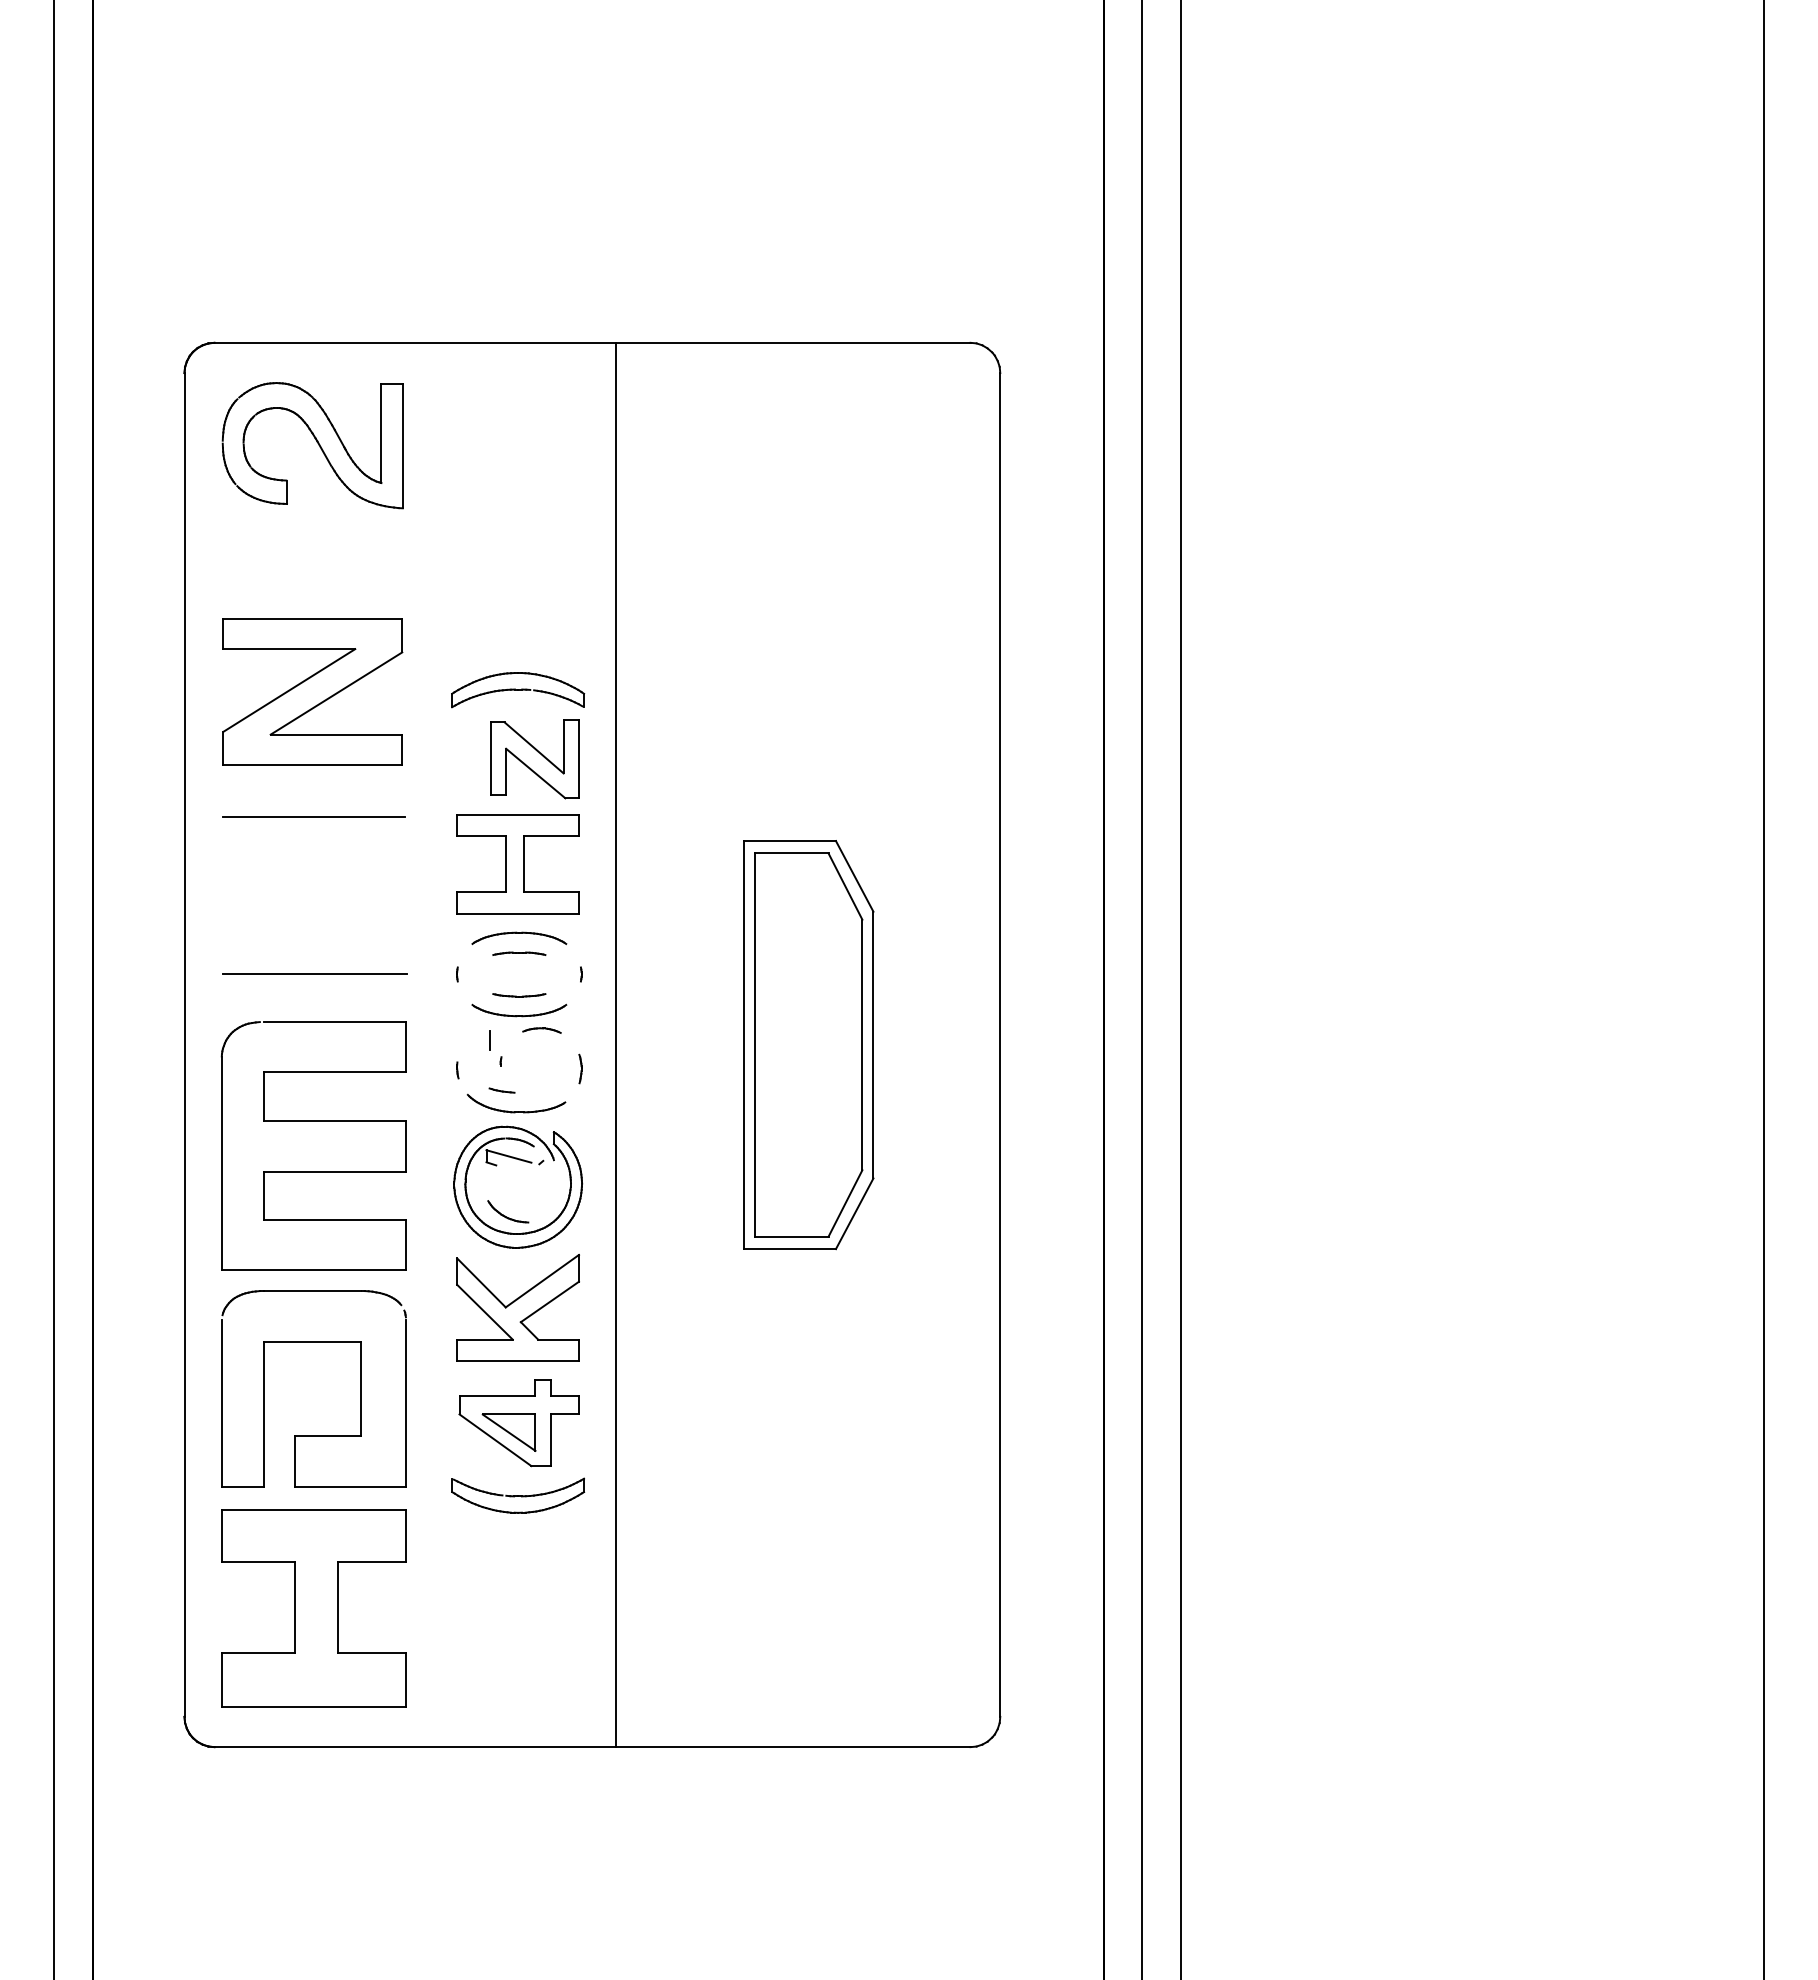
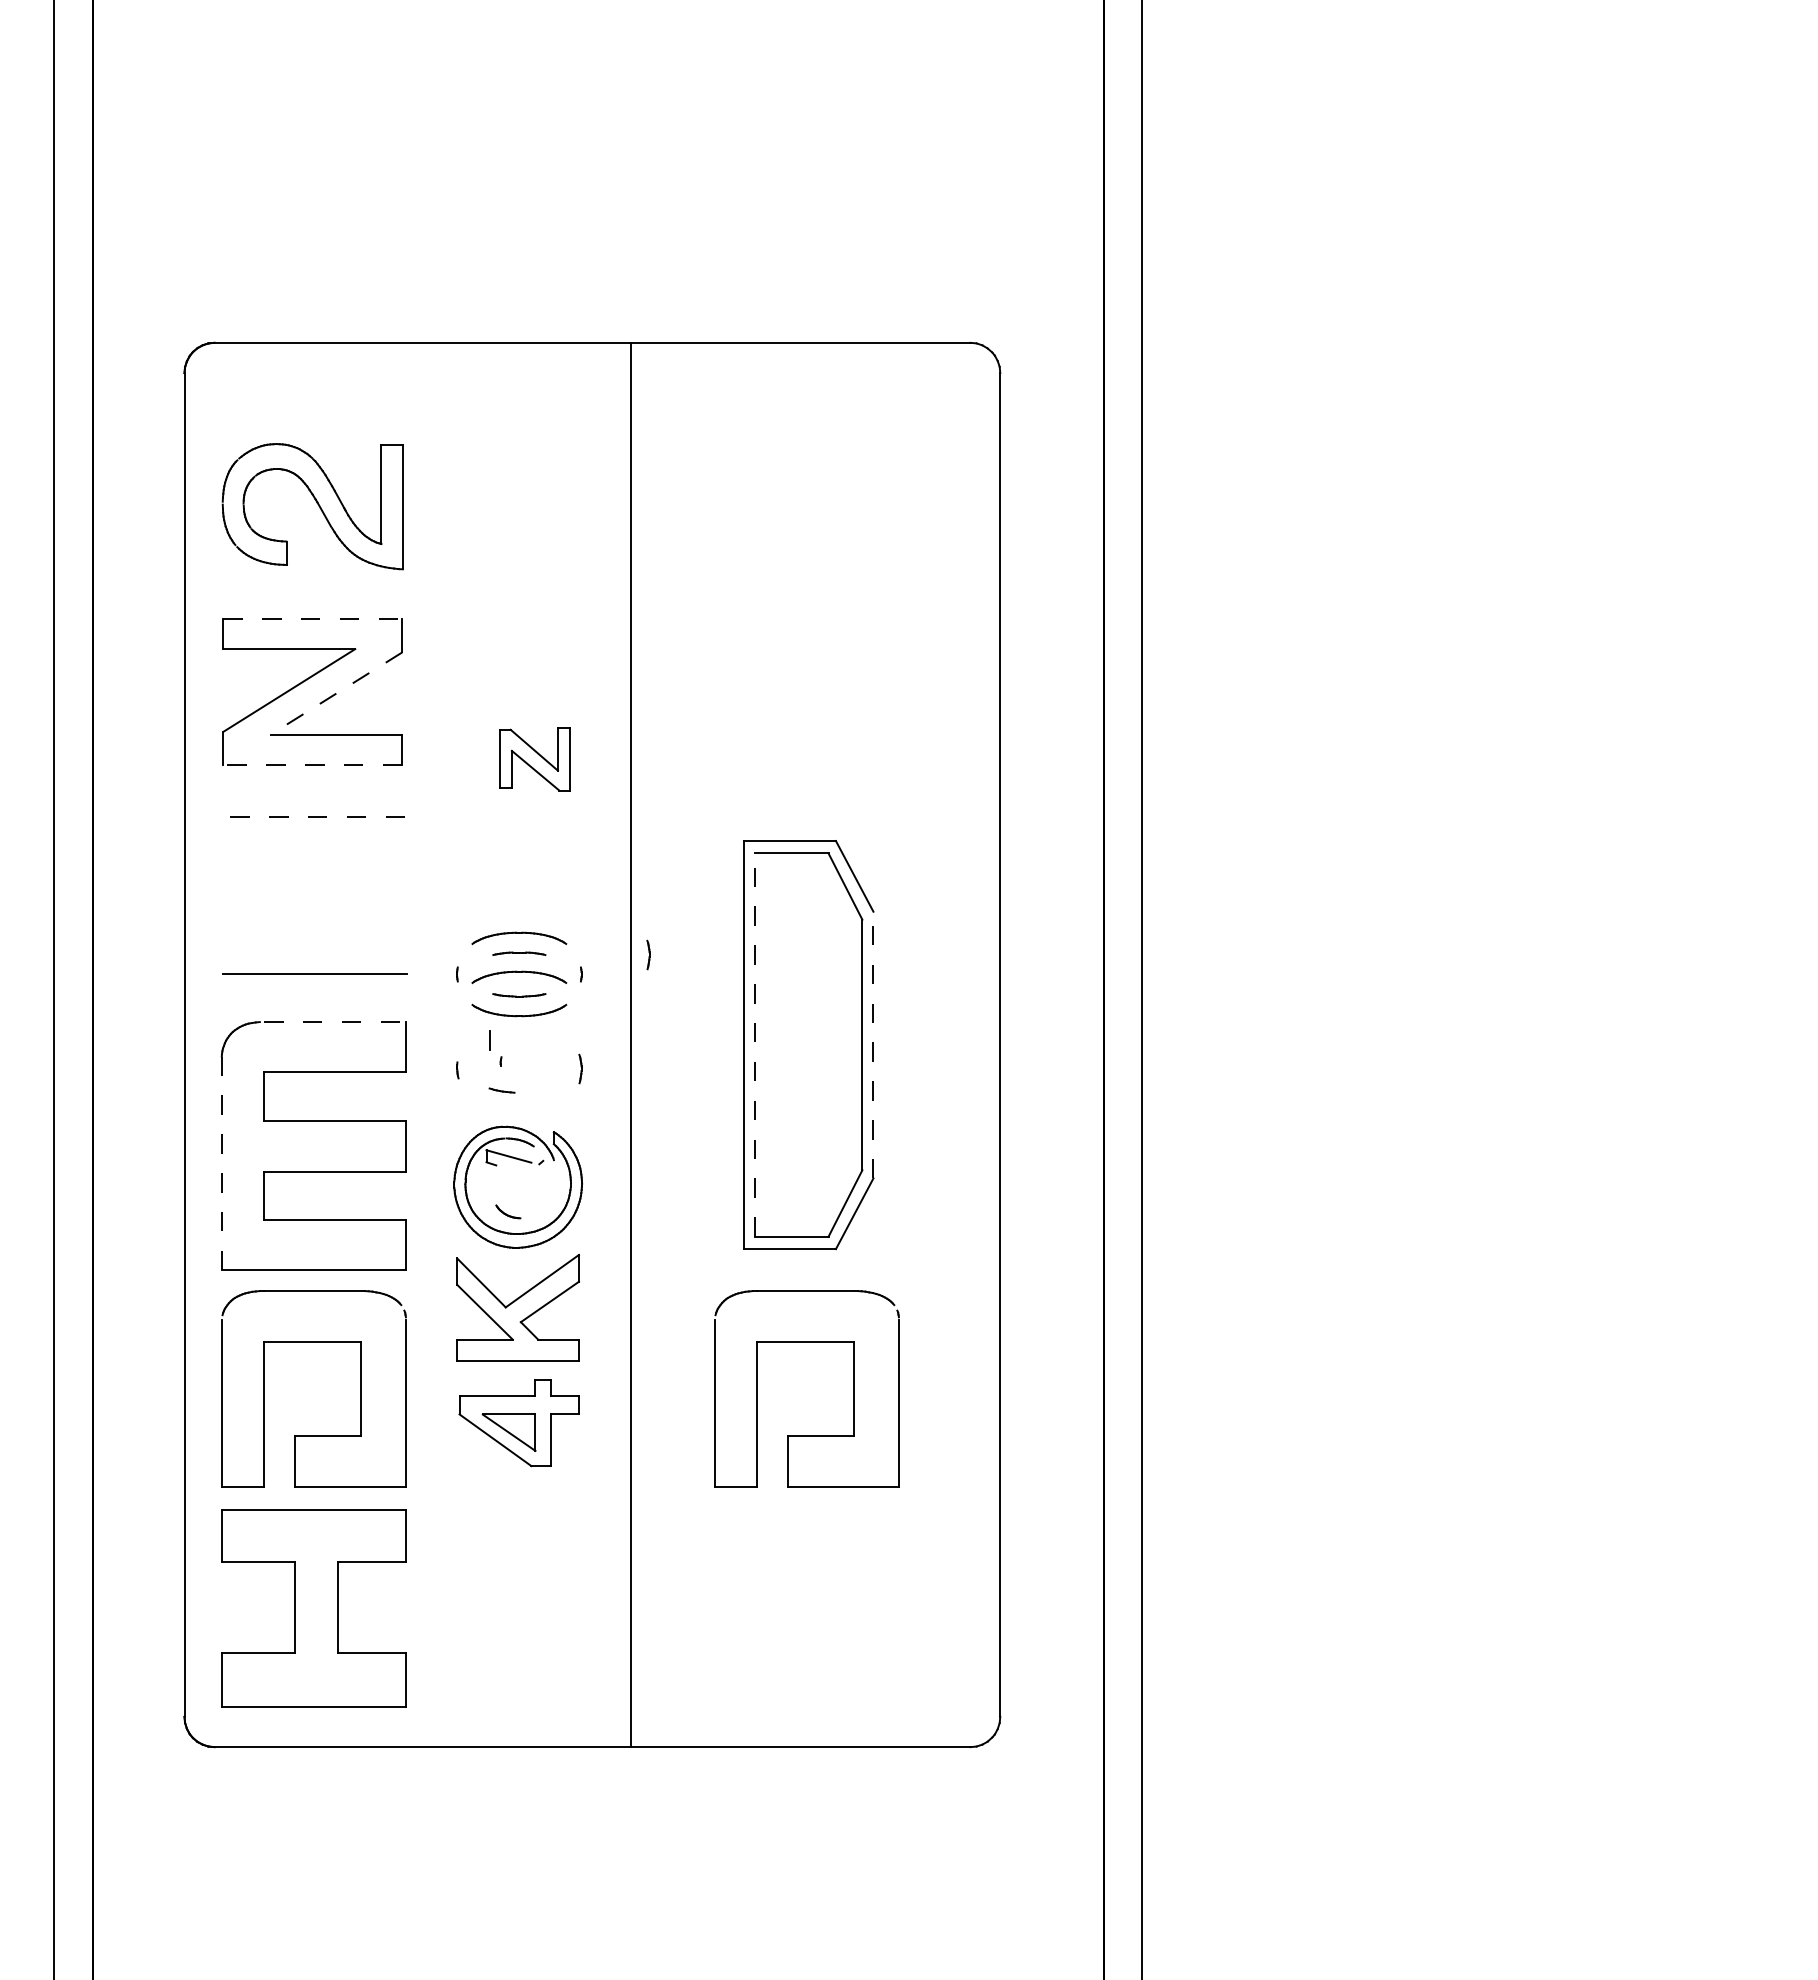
part at (312, 445) position: (312, 445) -> (312, 506)
line at (313, 619): solid -> dashed
part at (518, 690): present -> none
line at (336, 693): solid -> dashed
part at (534, 759) size: 90x81 px -> 72x65 px
line at (312, 765): solid -> dashed
line at (313, 816): solid -> dashed
part at (517, 864): present -> none
part at (648, 954): none -> present
part at (519, 976): none -> present
line at (1180, 989): present -> none
line at (1763, 989): present -> none
line at (335, 1021): solid -> dashed
part at (541, 1030): present -> none
line at (616, 1044) position: (616, 1044) -> (631, 1044)
line at (873, 1044): solid -> dashed
line at (754, 1045): solid -> dashed
part at (516, 1111): present -> none
line at (221, 1163): solid -> dashed
part at (508, 1211) size: 43x24 px -> 27x16 px
part at (806, 1342): none -> present
part at (518, 1495): present -> none
